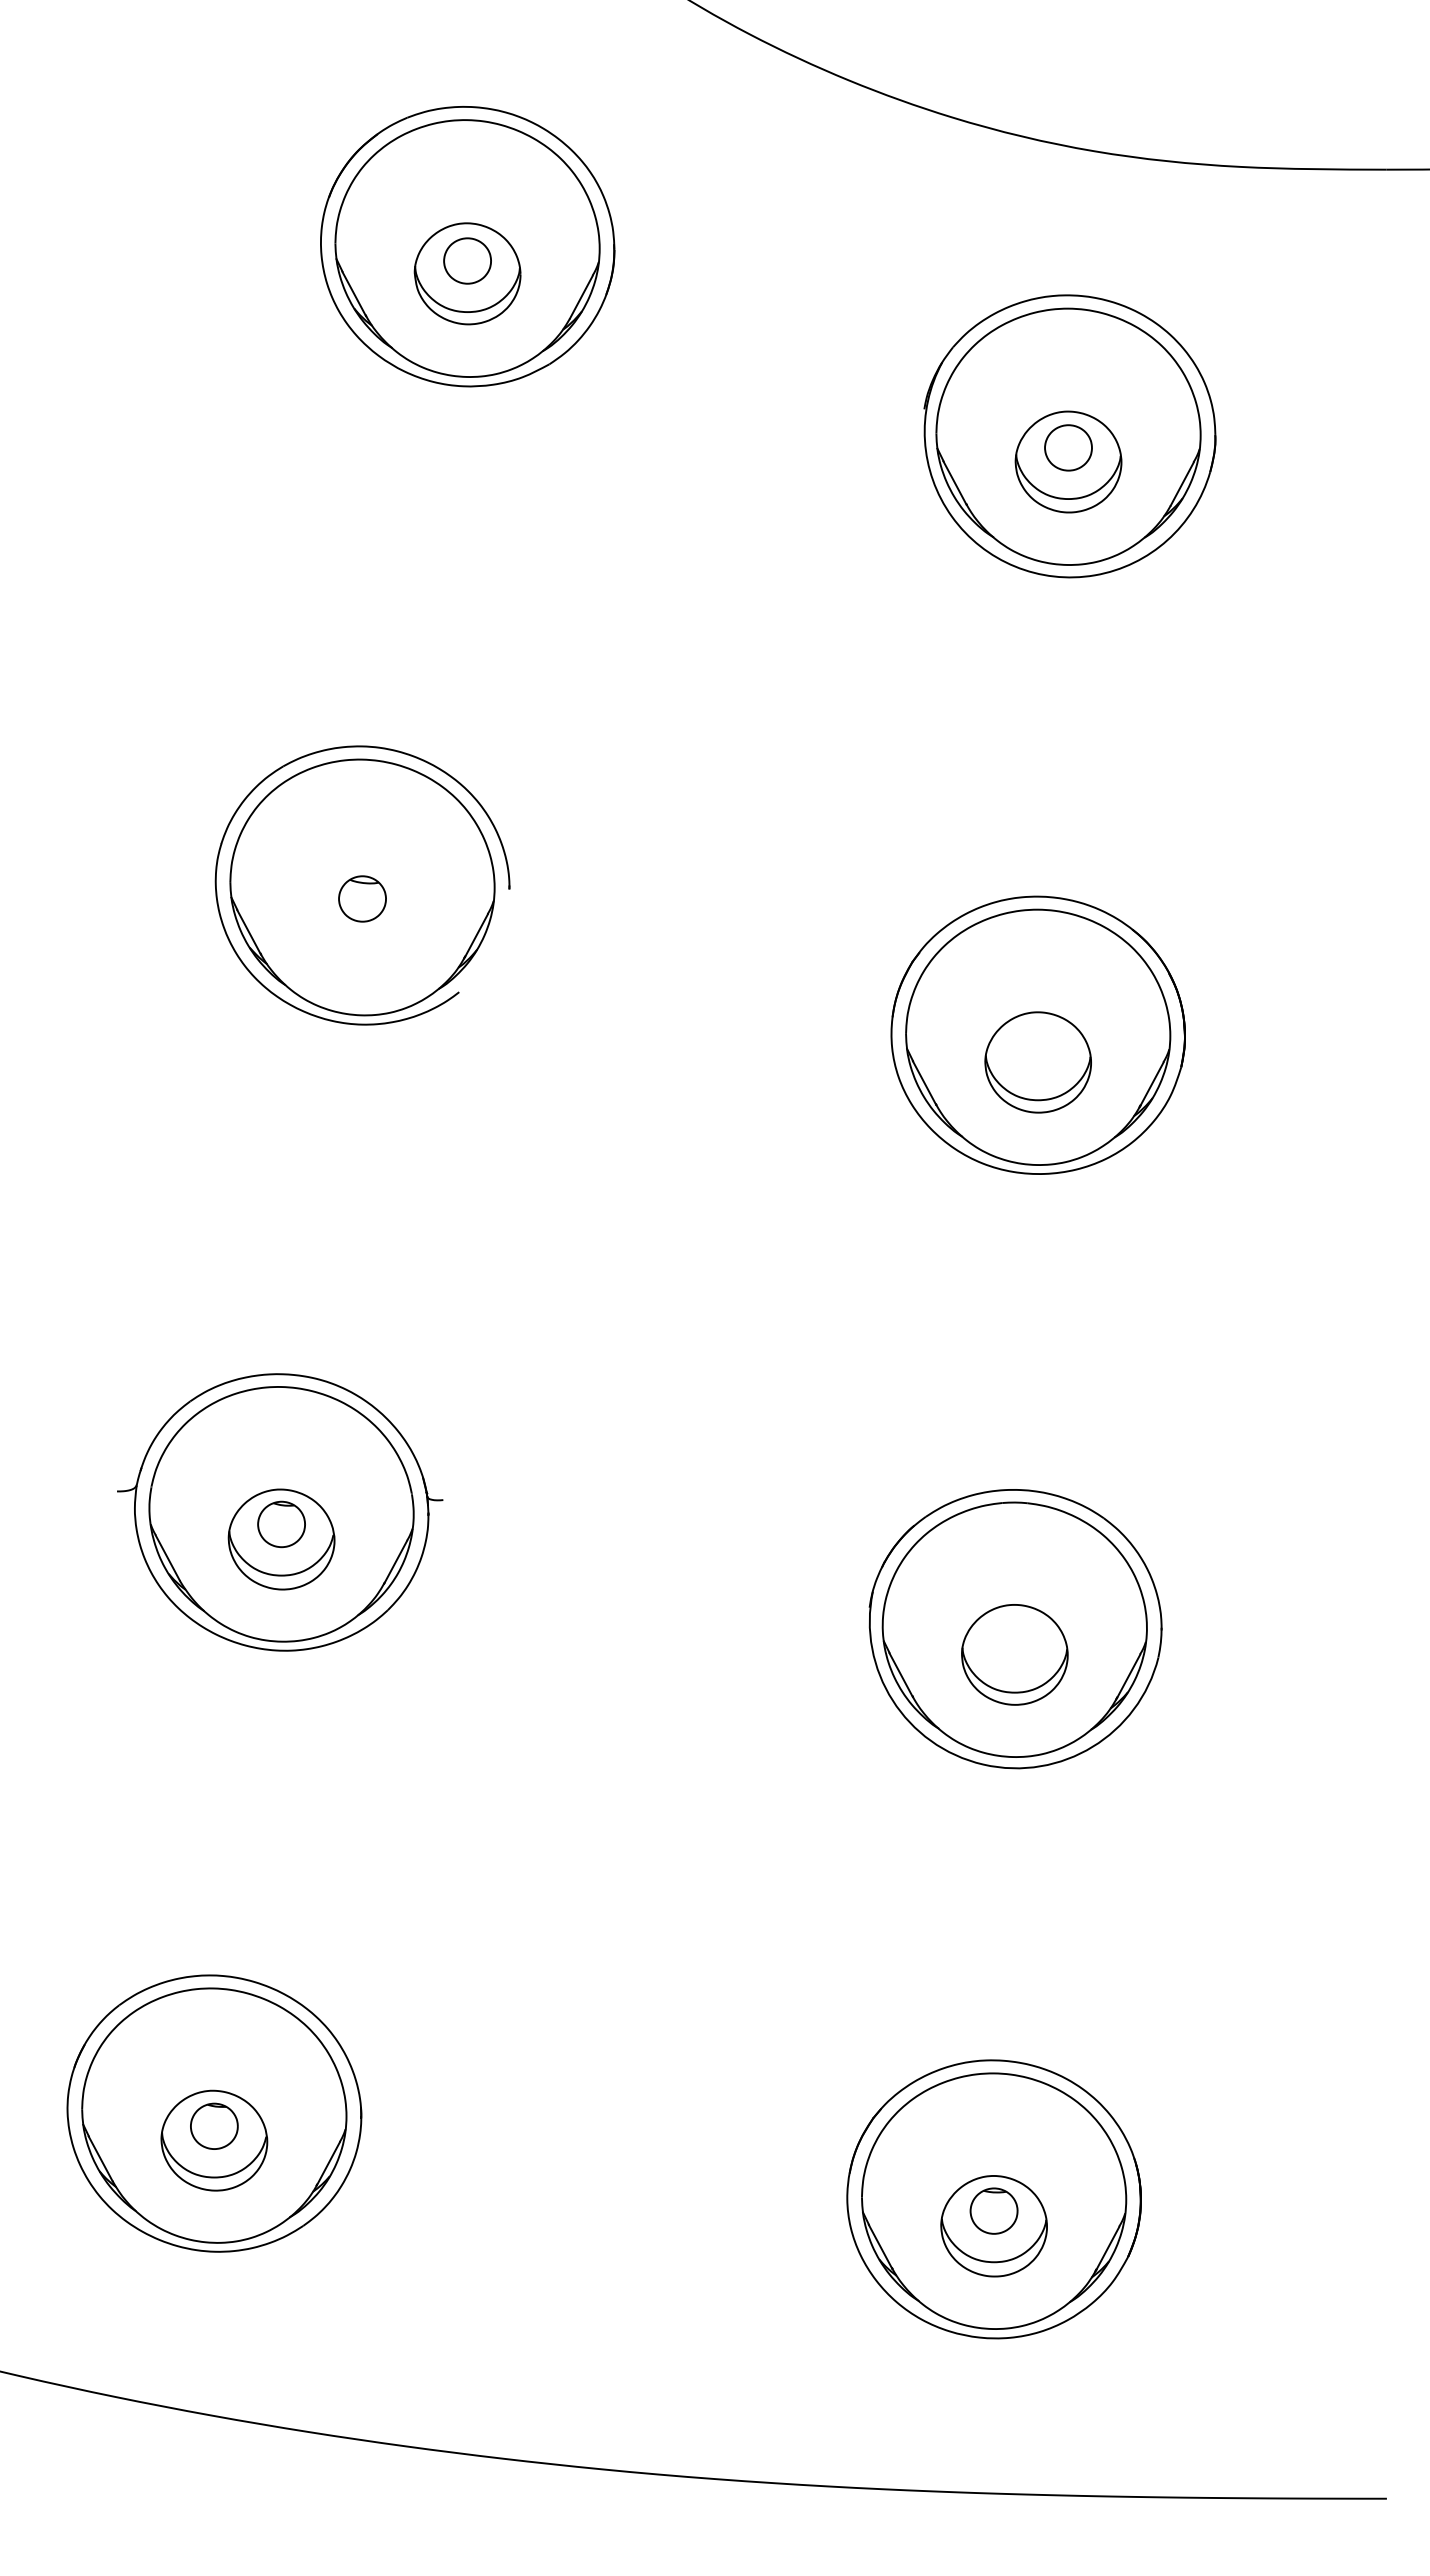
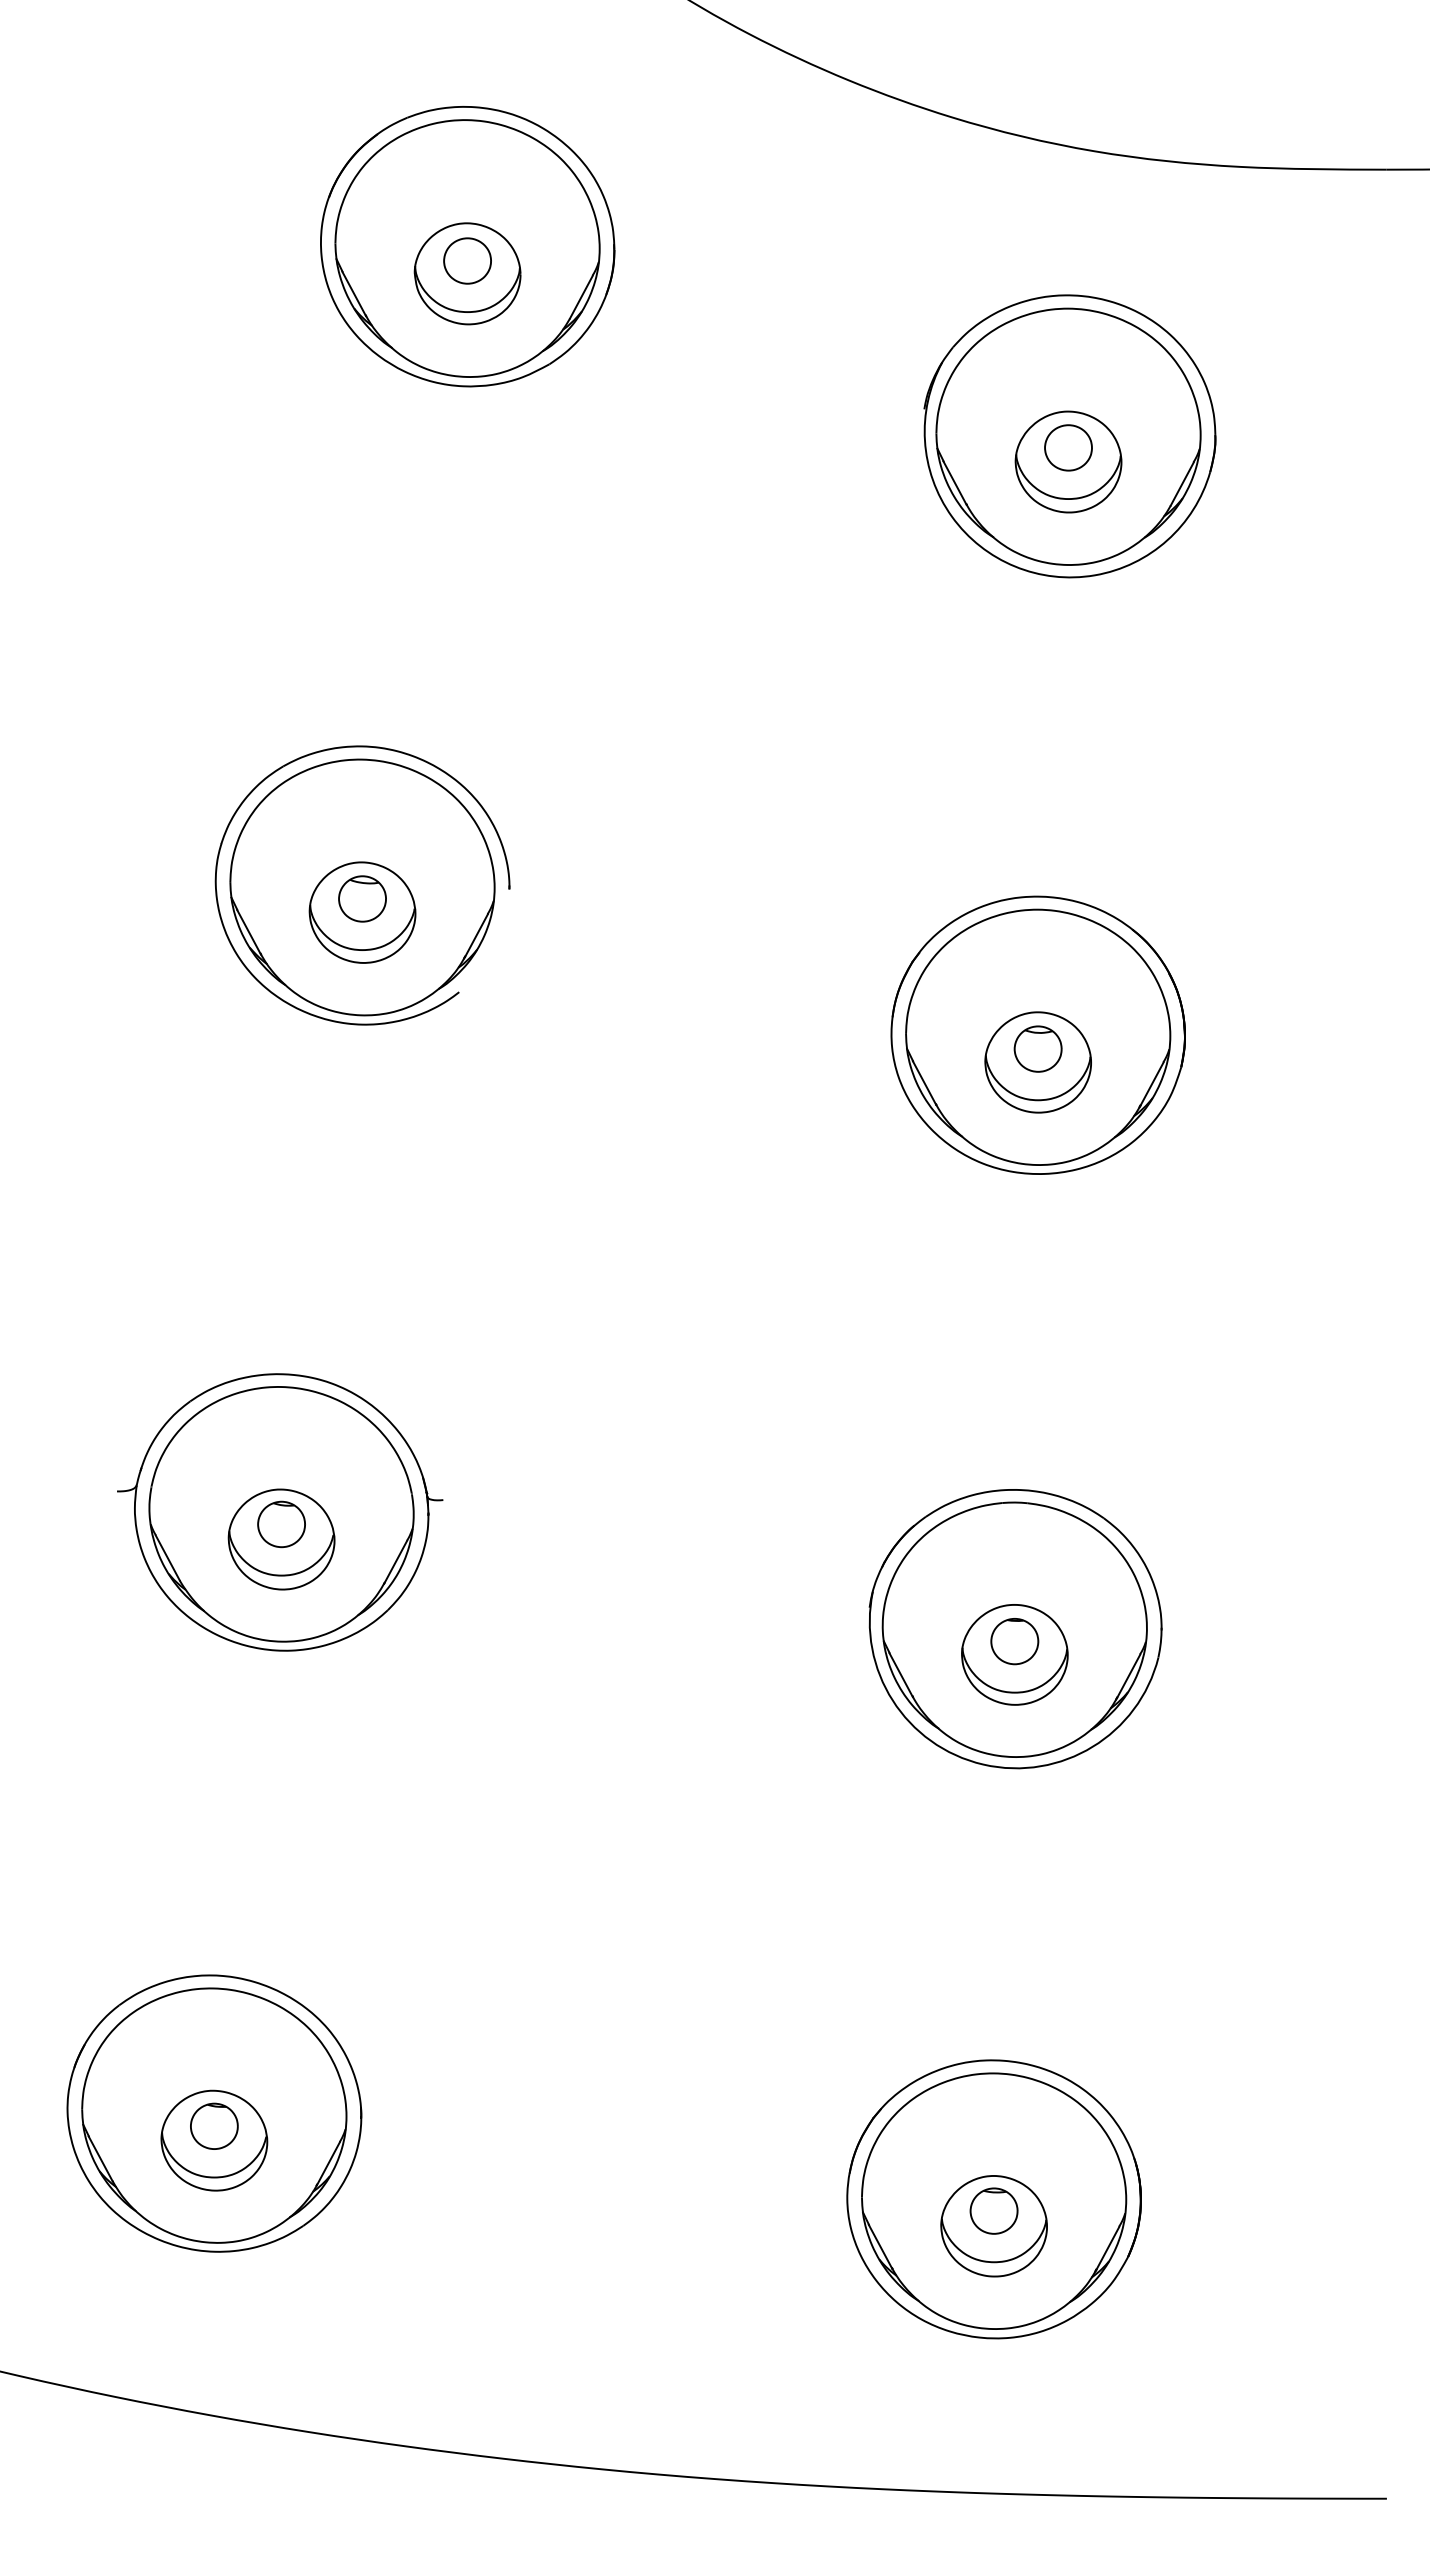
part at (362, 912): none -> present
part at (1037, 1048): none -> present
part at (1014, 1641): none -> present
